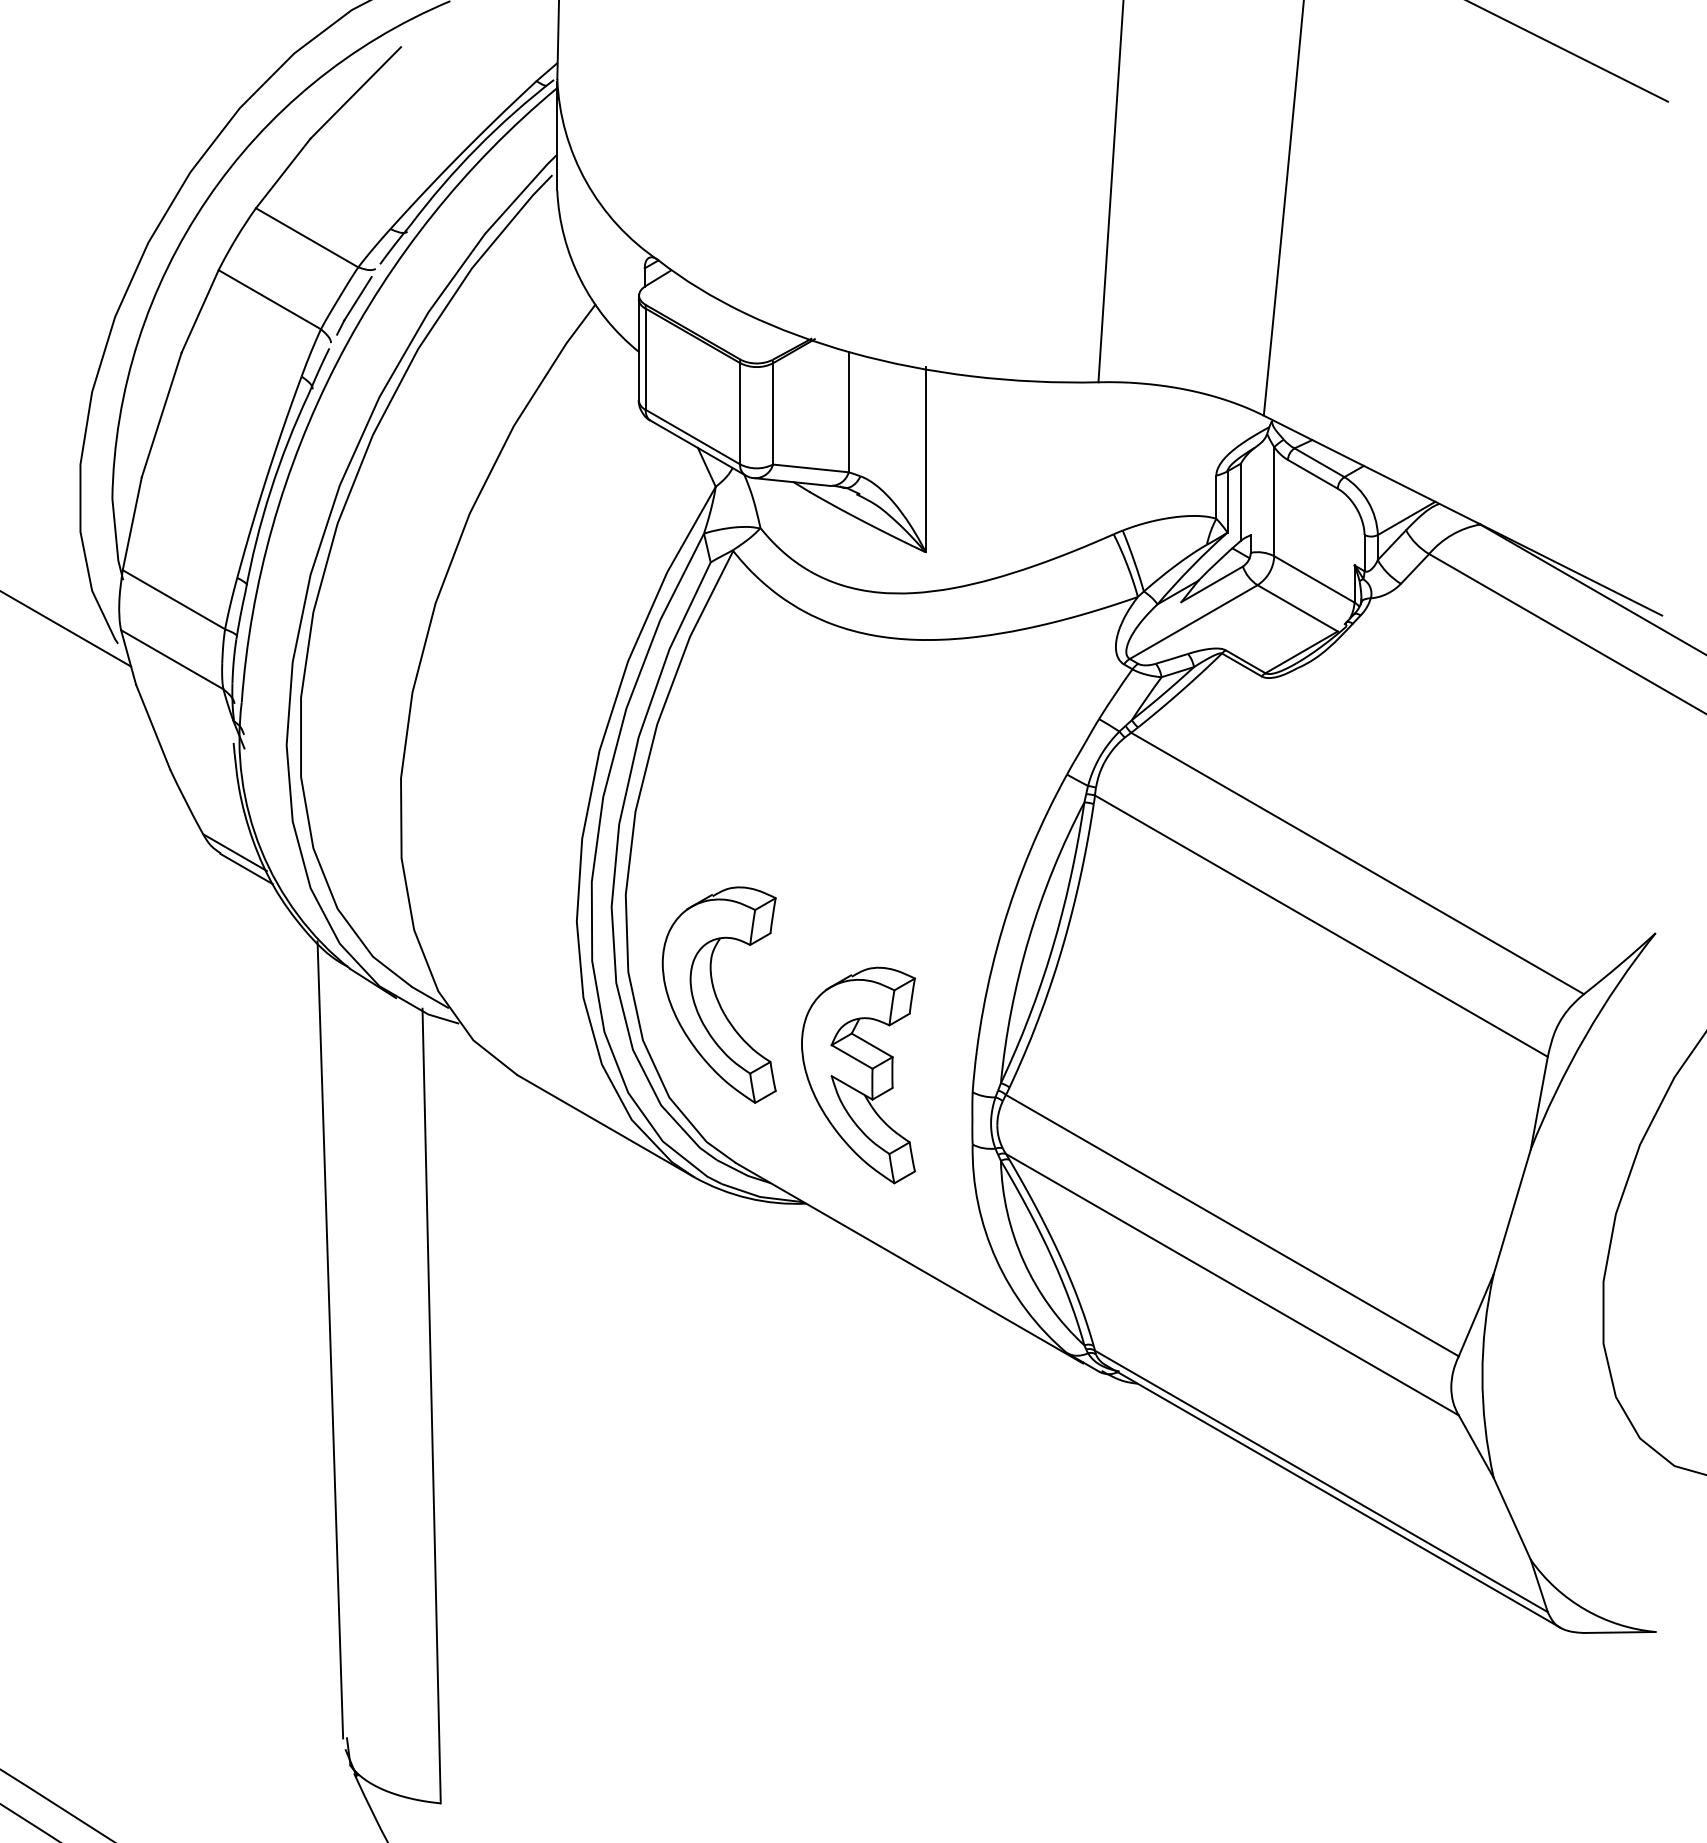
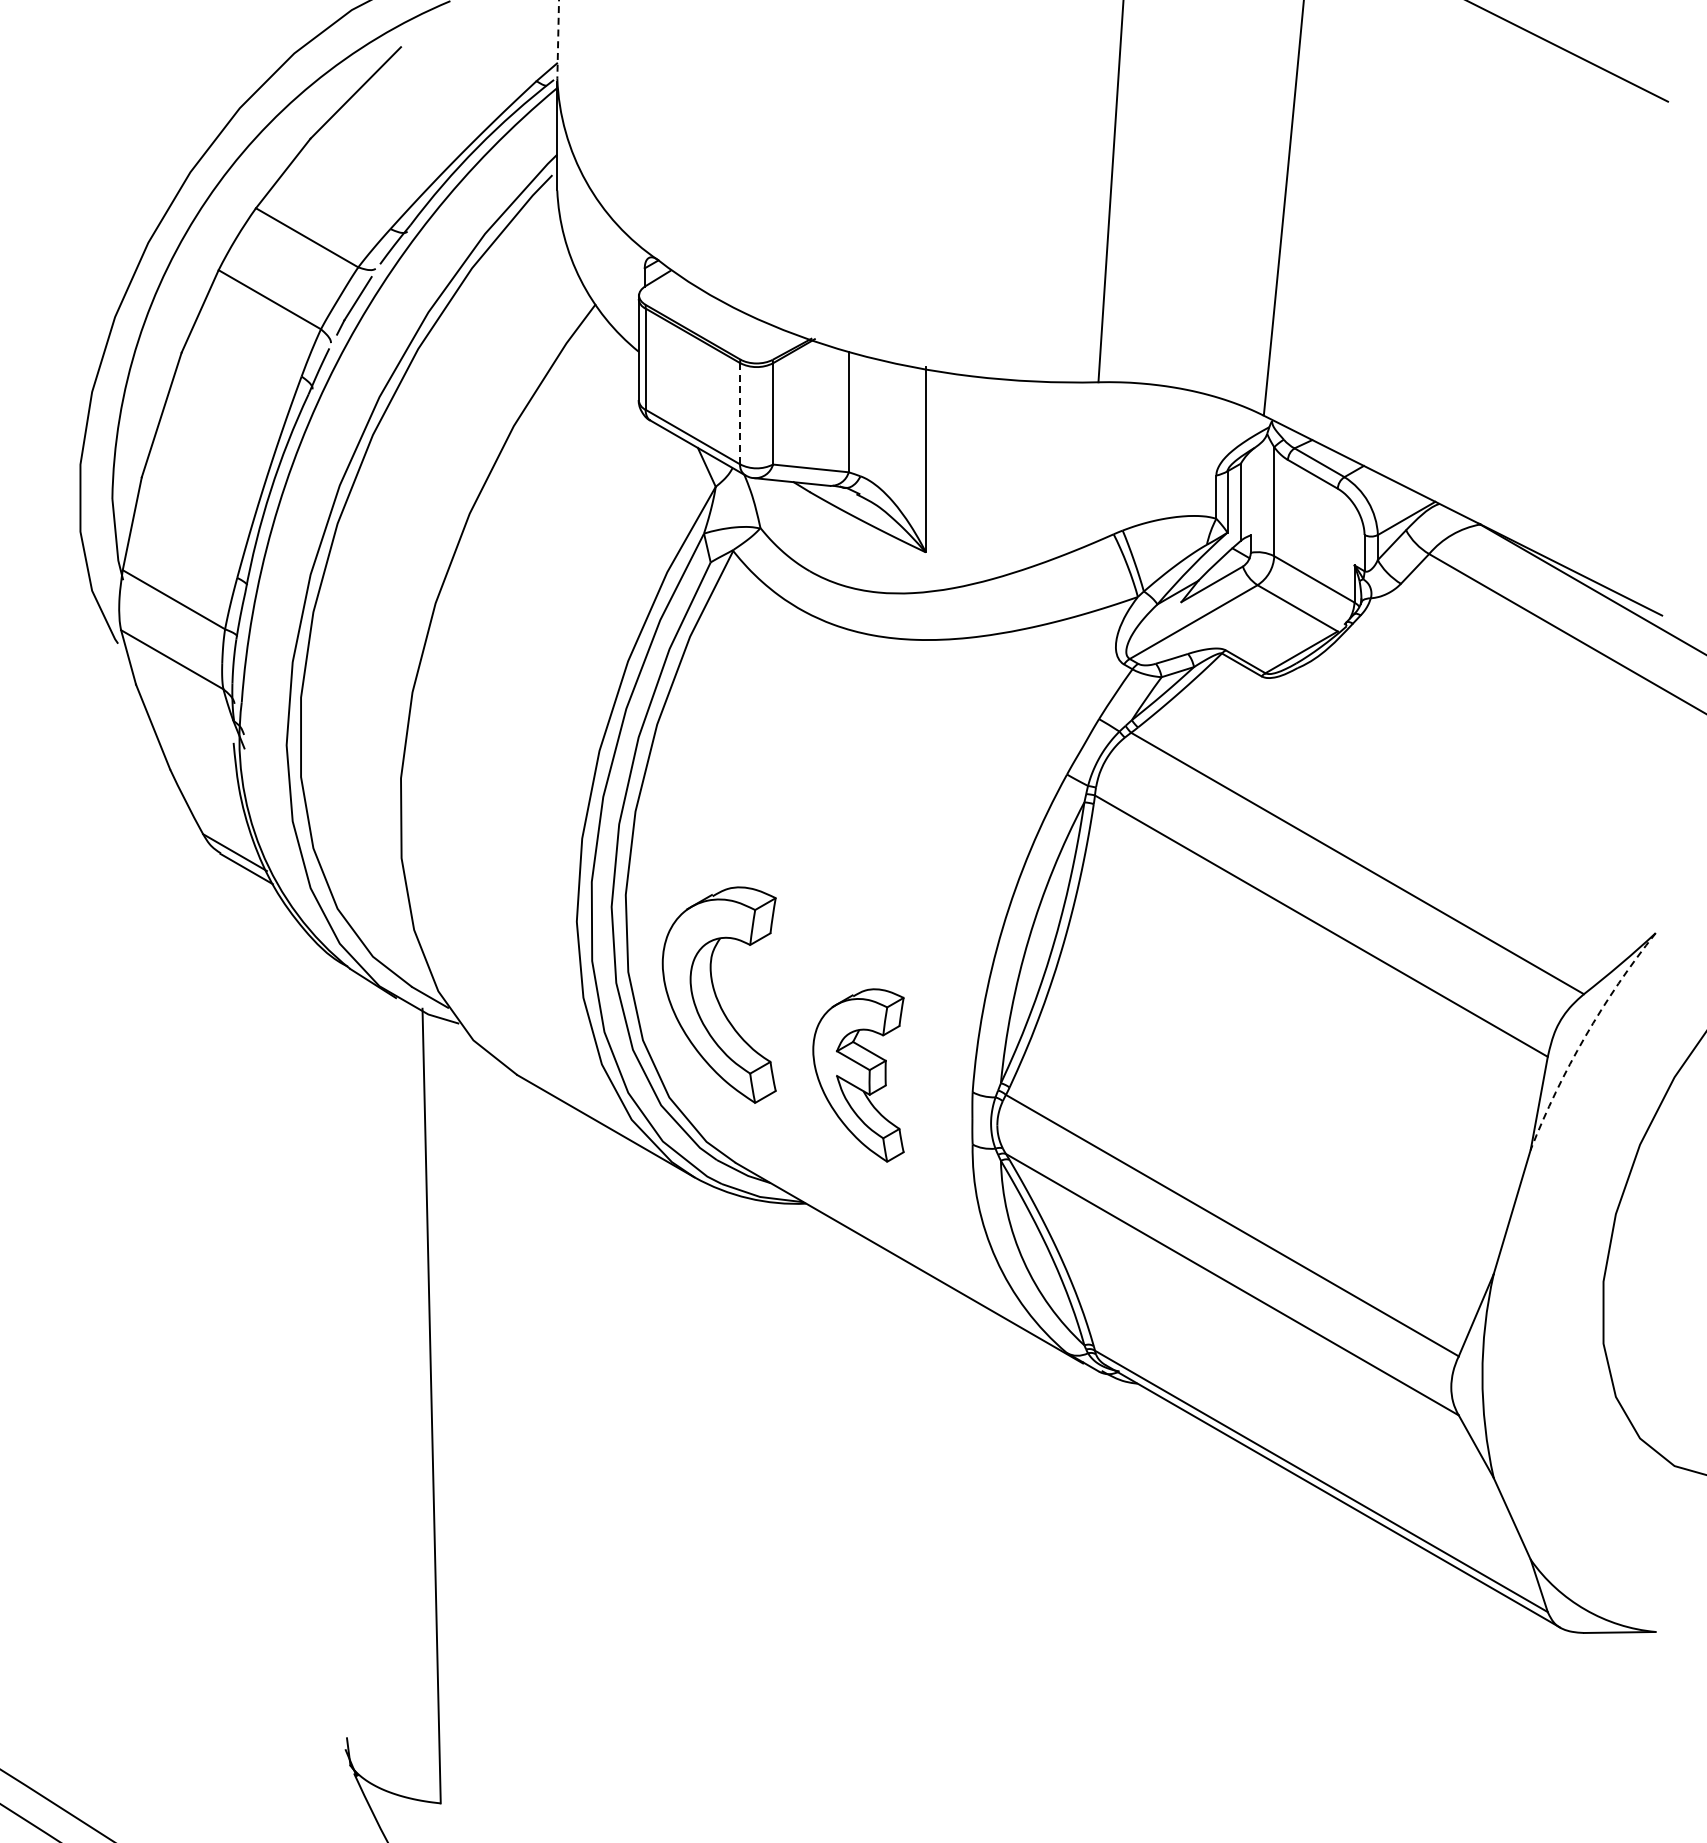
line at (558, 39): solid -> dashed
line at (740, 413): solid -> dashed
line at (66, 629): present -> none
arc at (1585, 1036): solid -> dashed
part at (858, 1075) size: 115x219 px -> 93x175 px
line at (330, 1339): present -> none
